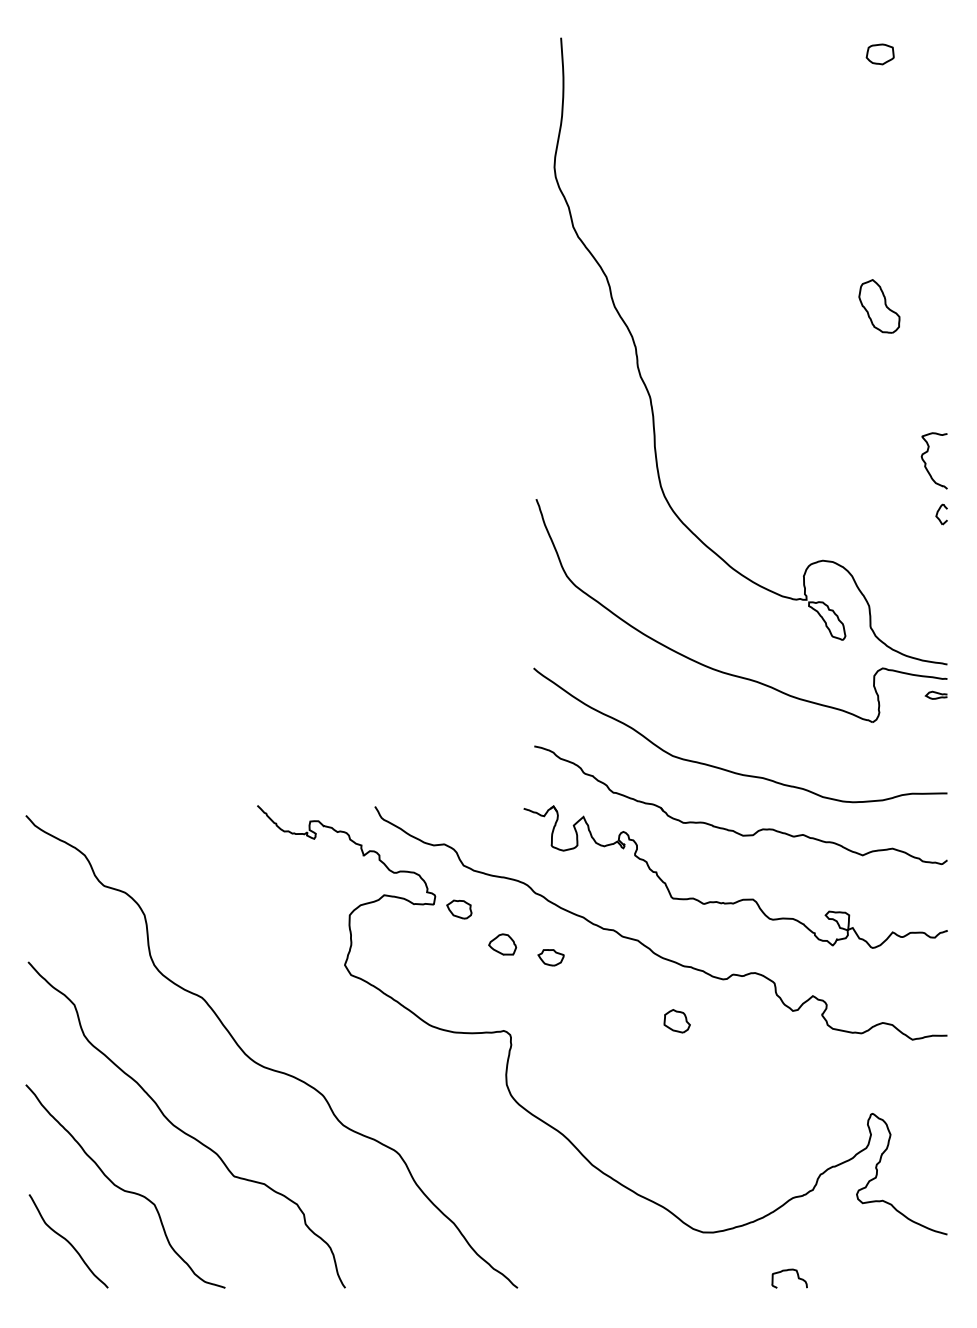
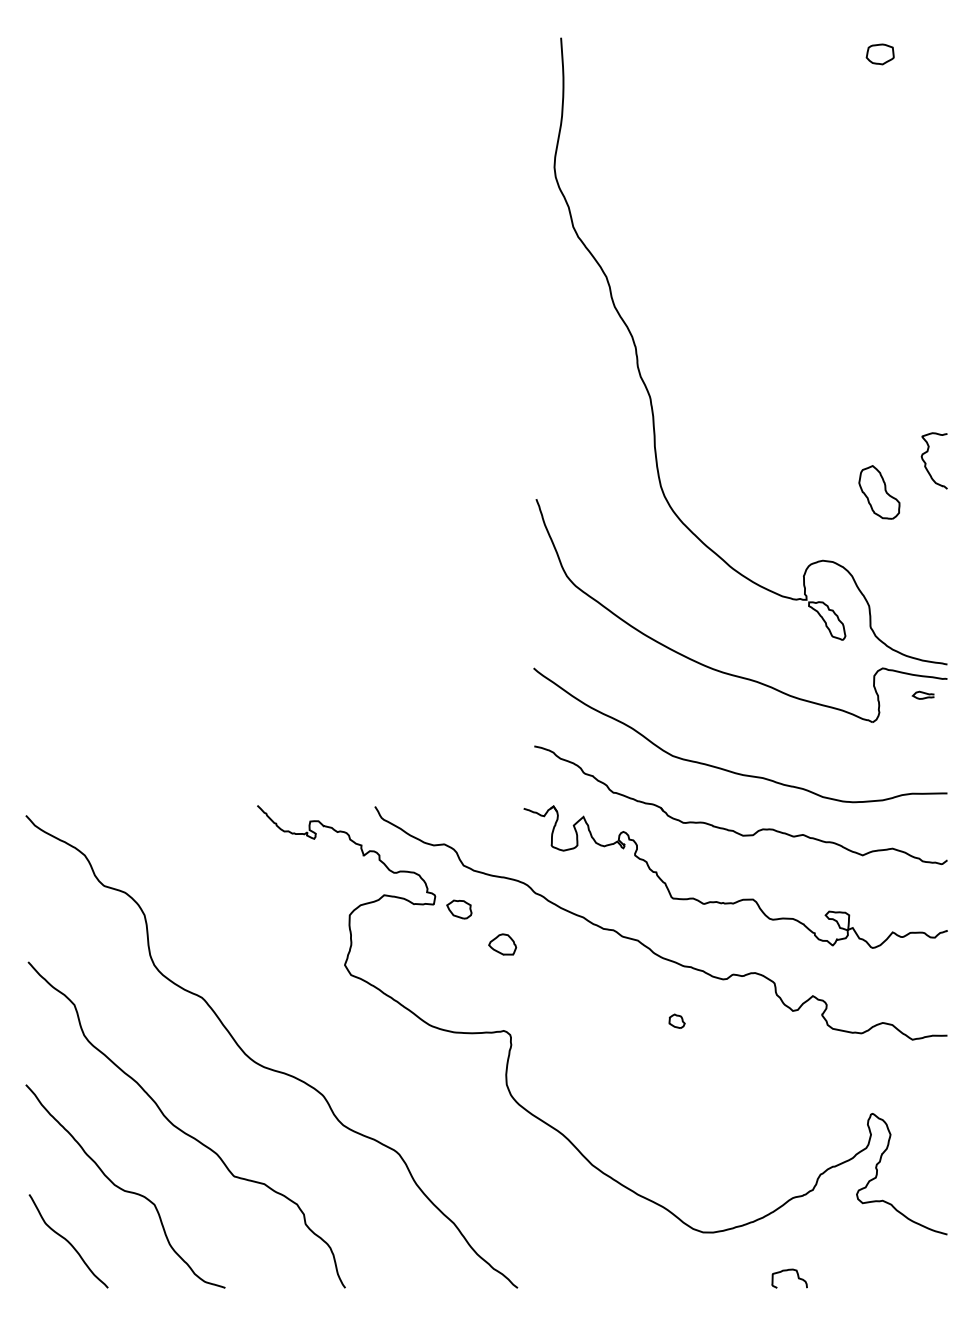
part at (879, 306) position: (879, 306) -> (879, 492)
part at (941, 514): present -> none
curve at (935, 693) position: (935, 693) -> (922, 693)
part at (550, 957): present -> none
part at (676, 1021) size: 28x25 px -> 18x16 px
